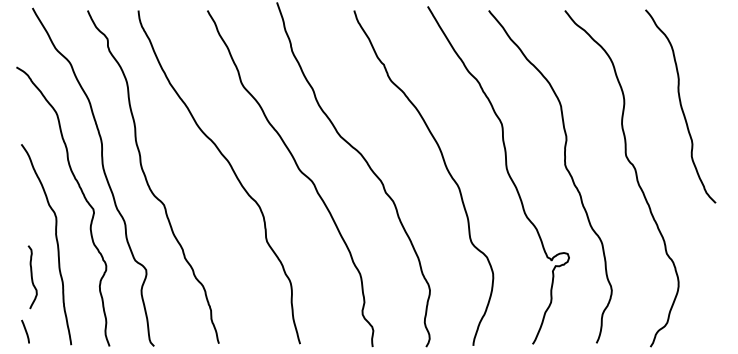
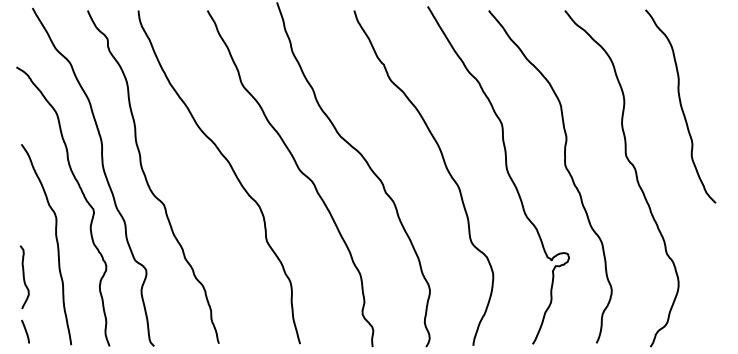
curve at (32, 277) position: (32, 277) -> (24, 277)
